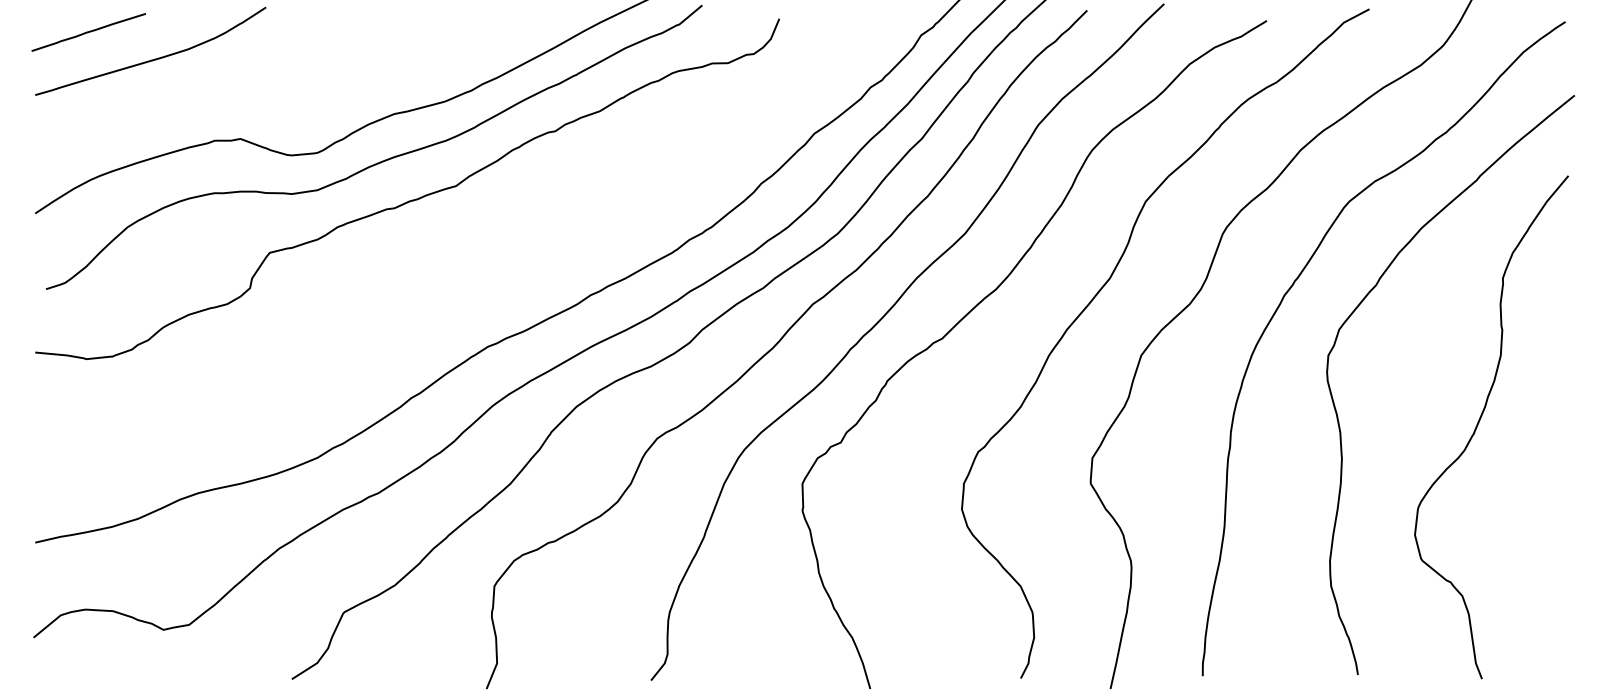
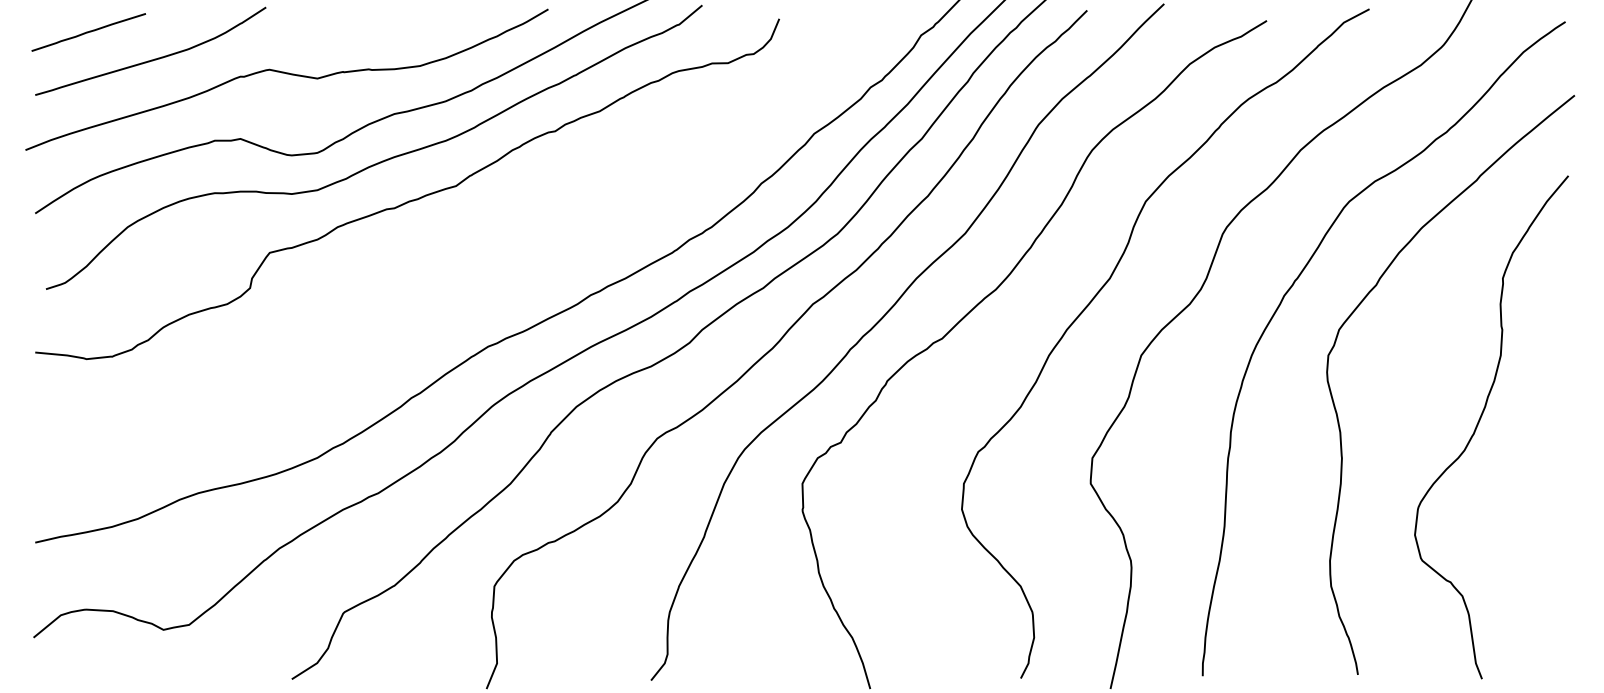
curve at (286, 74): none -> present
